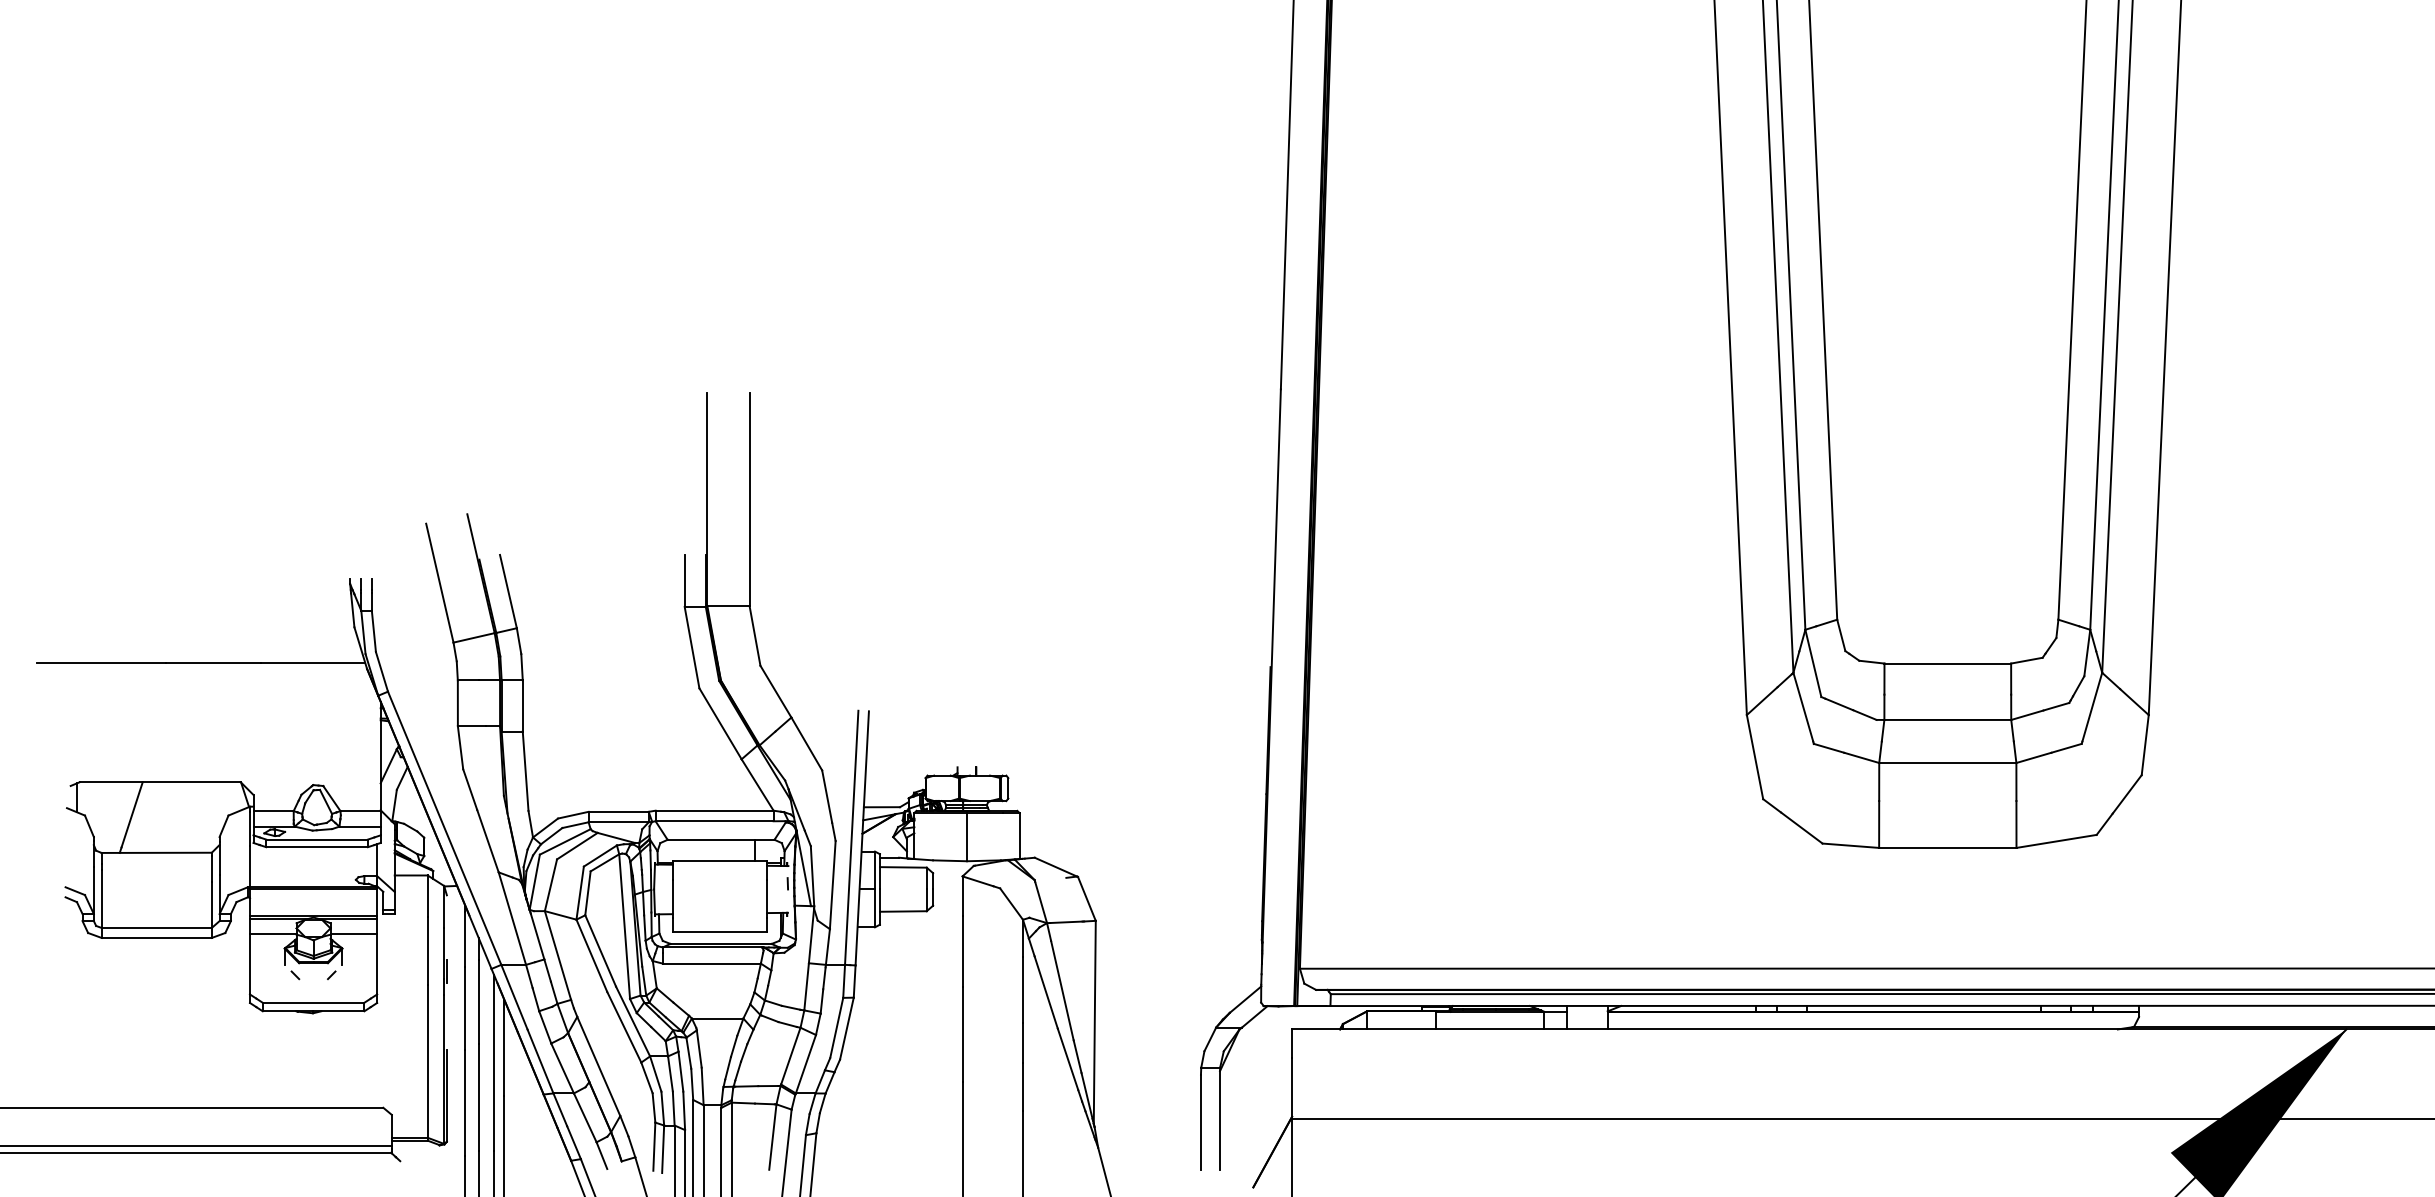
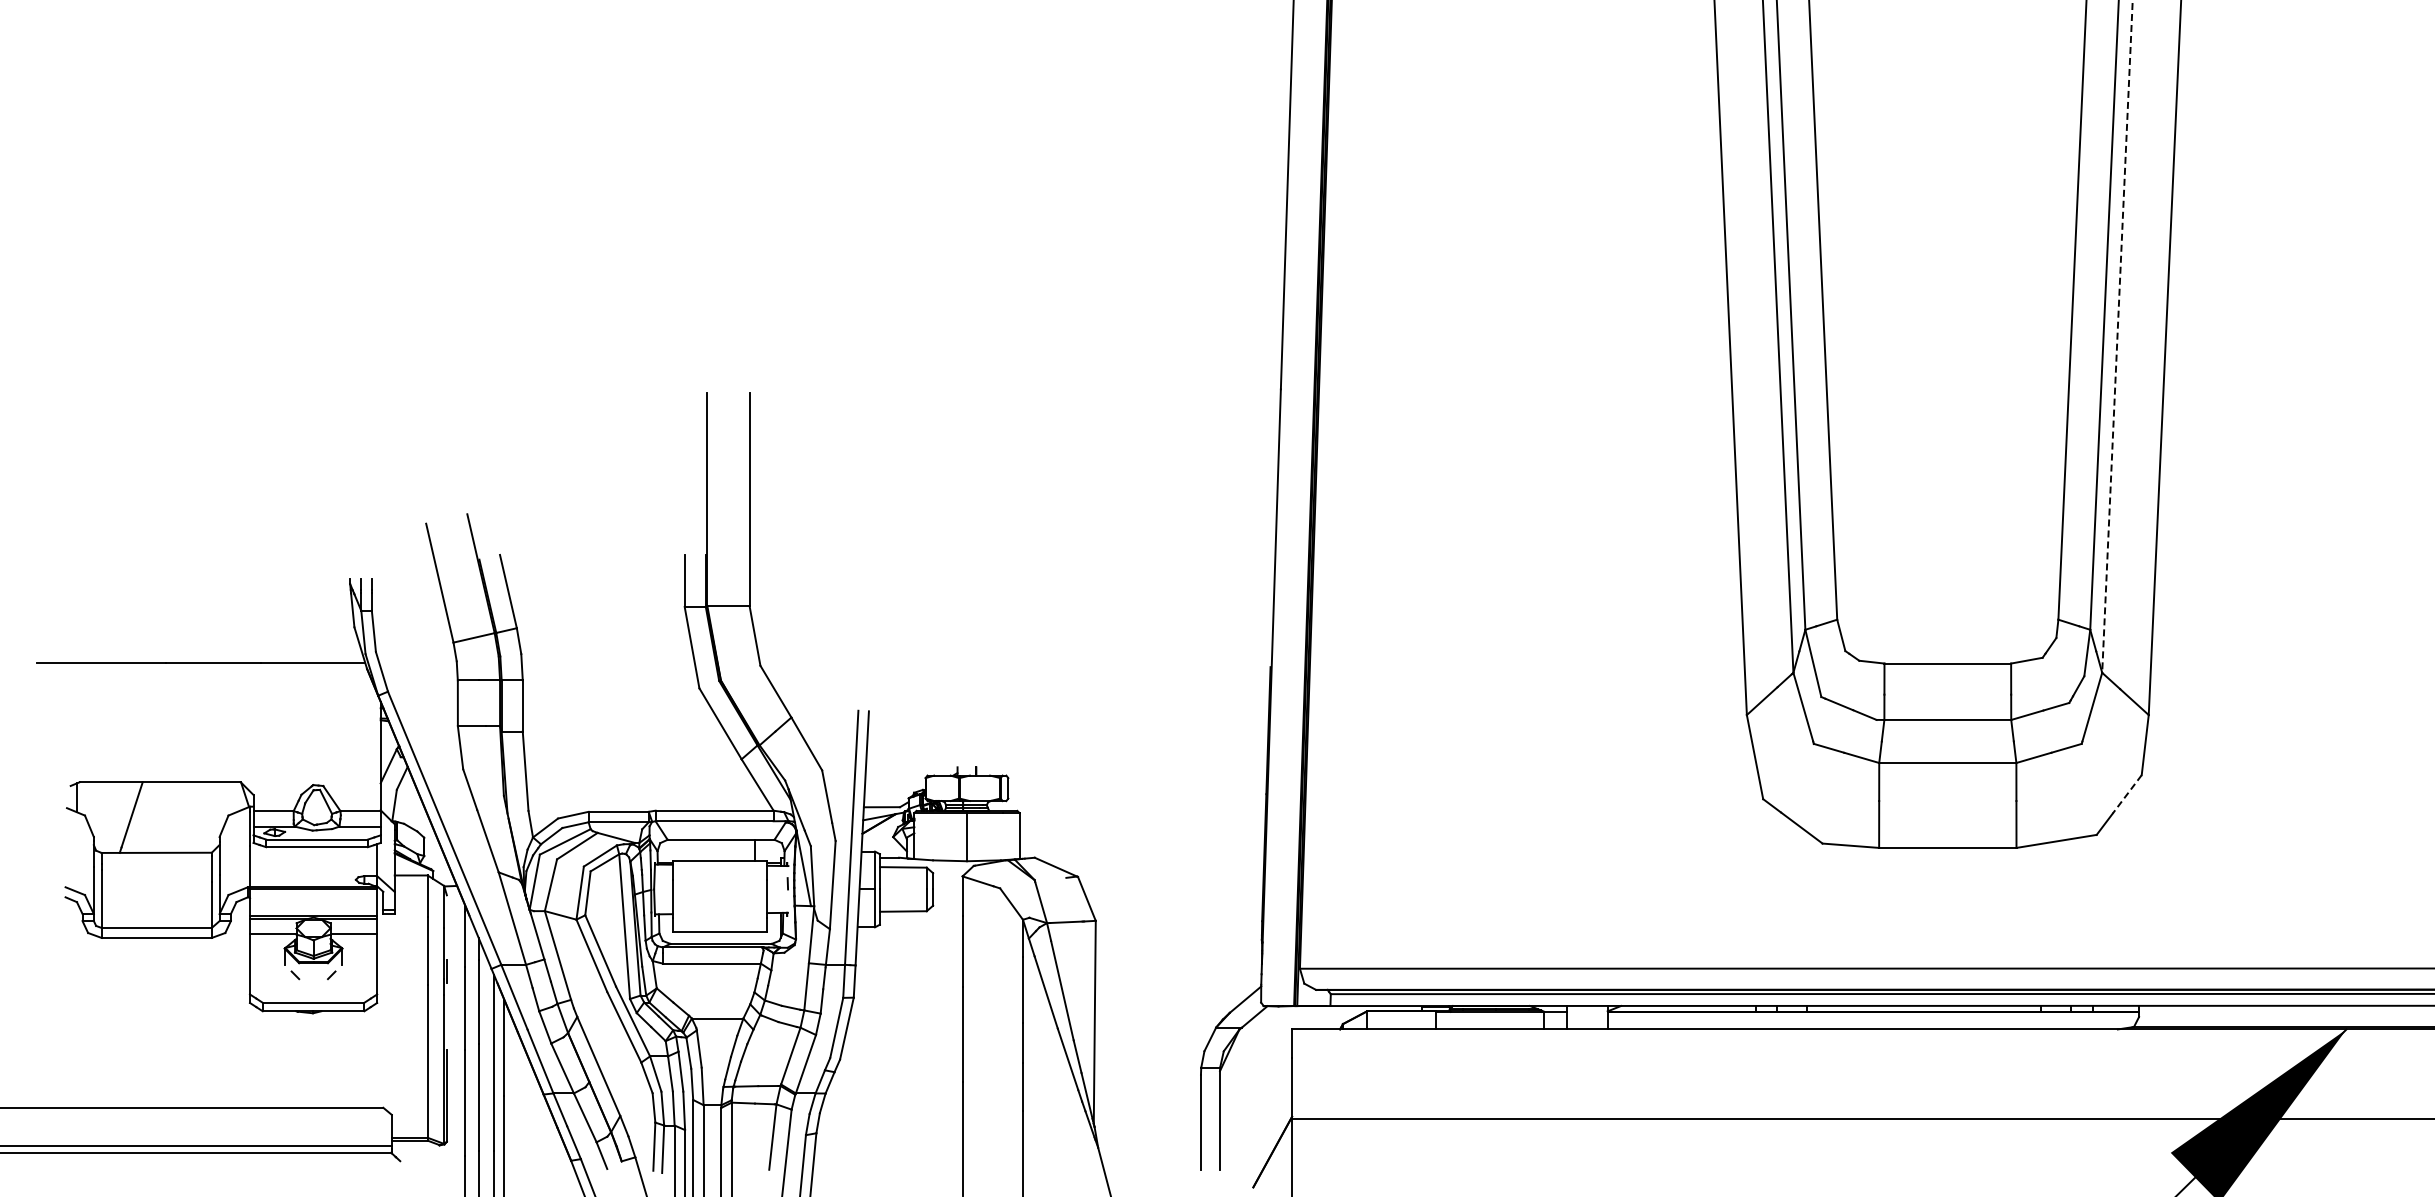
line at (2117, 337): solid -> dashed
line at (2126, 794): solid -> dashed
